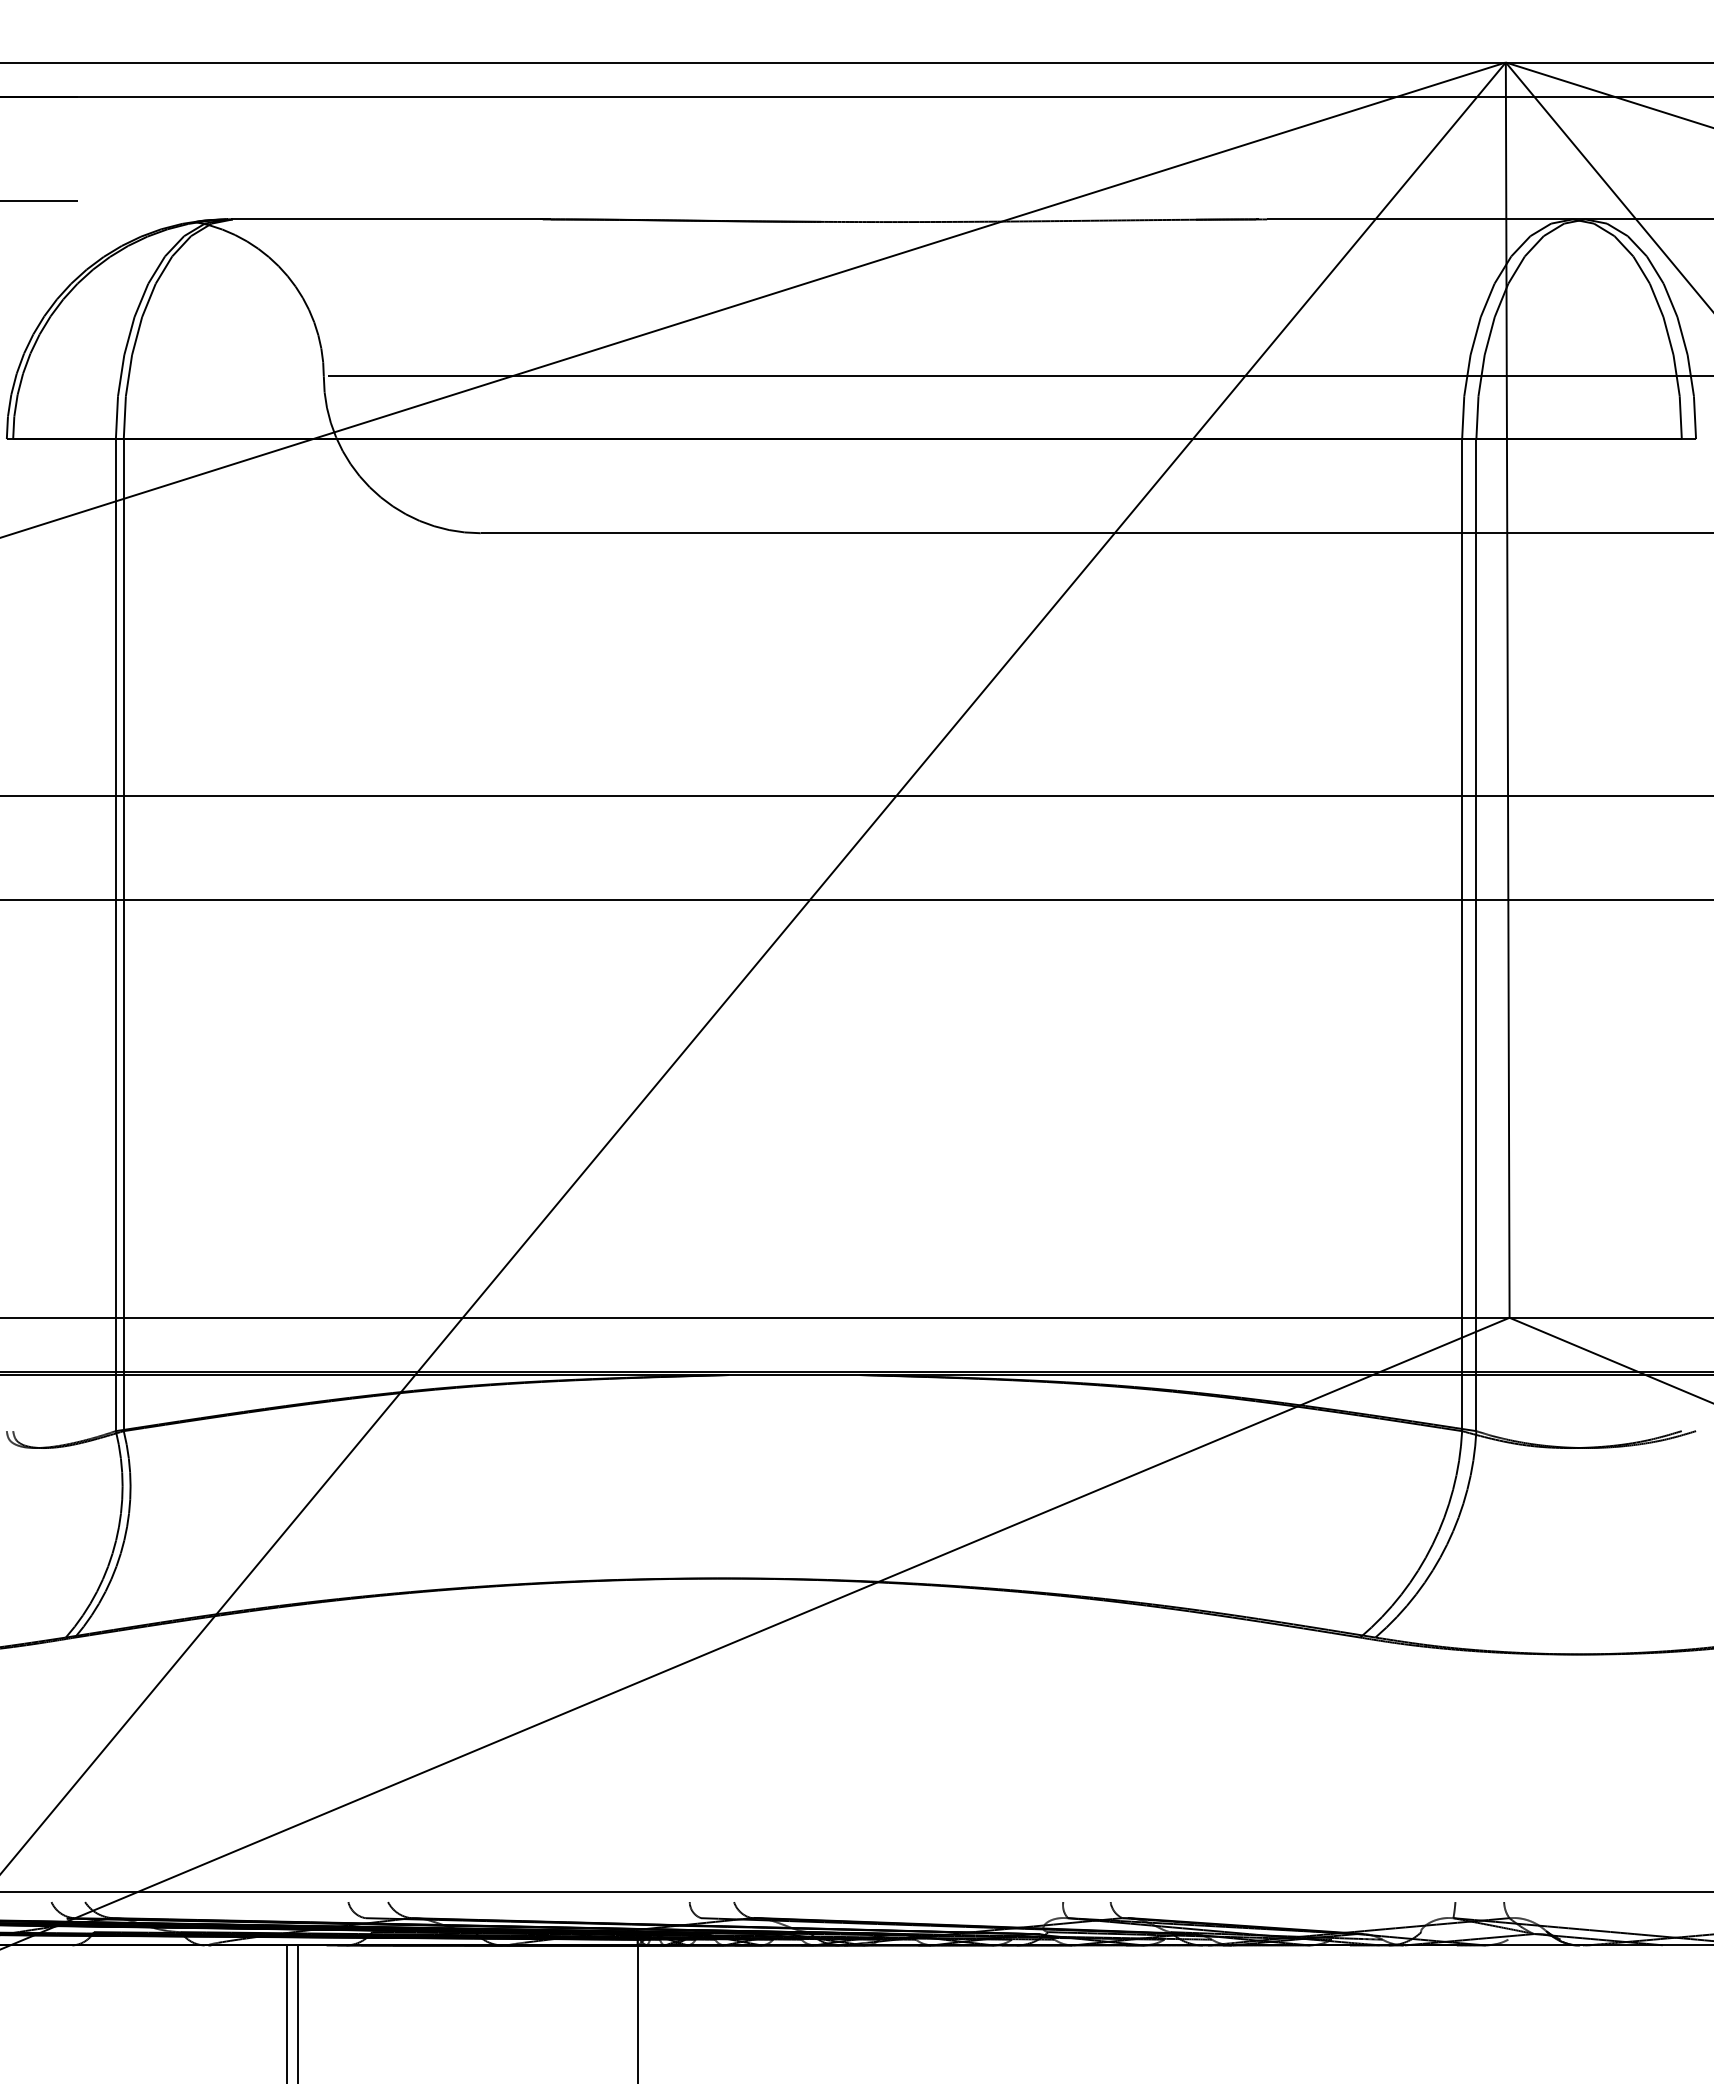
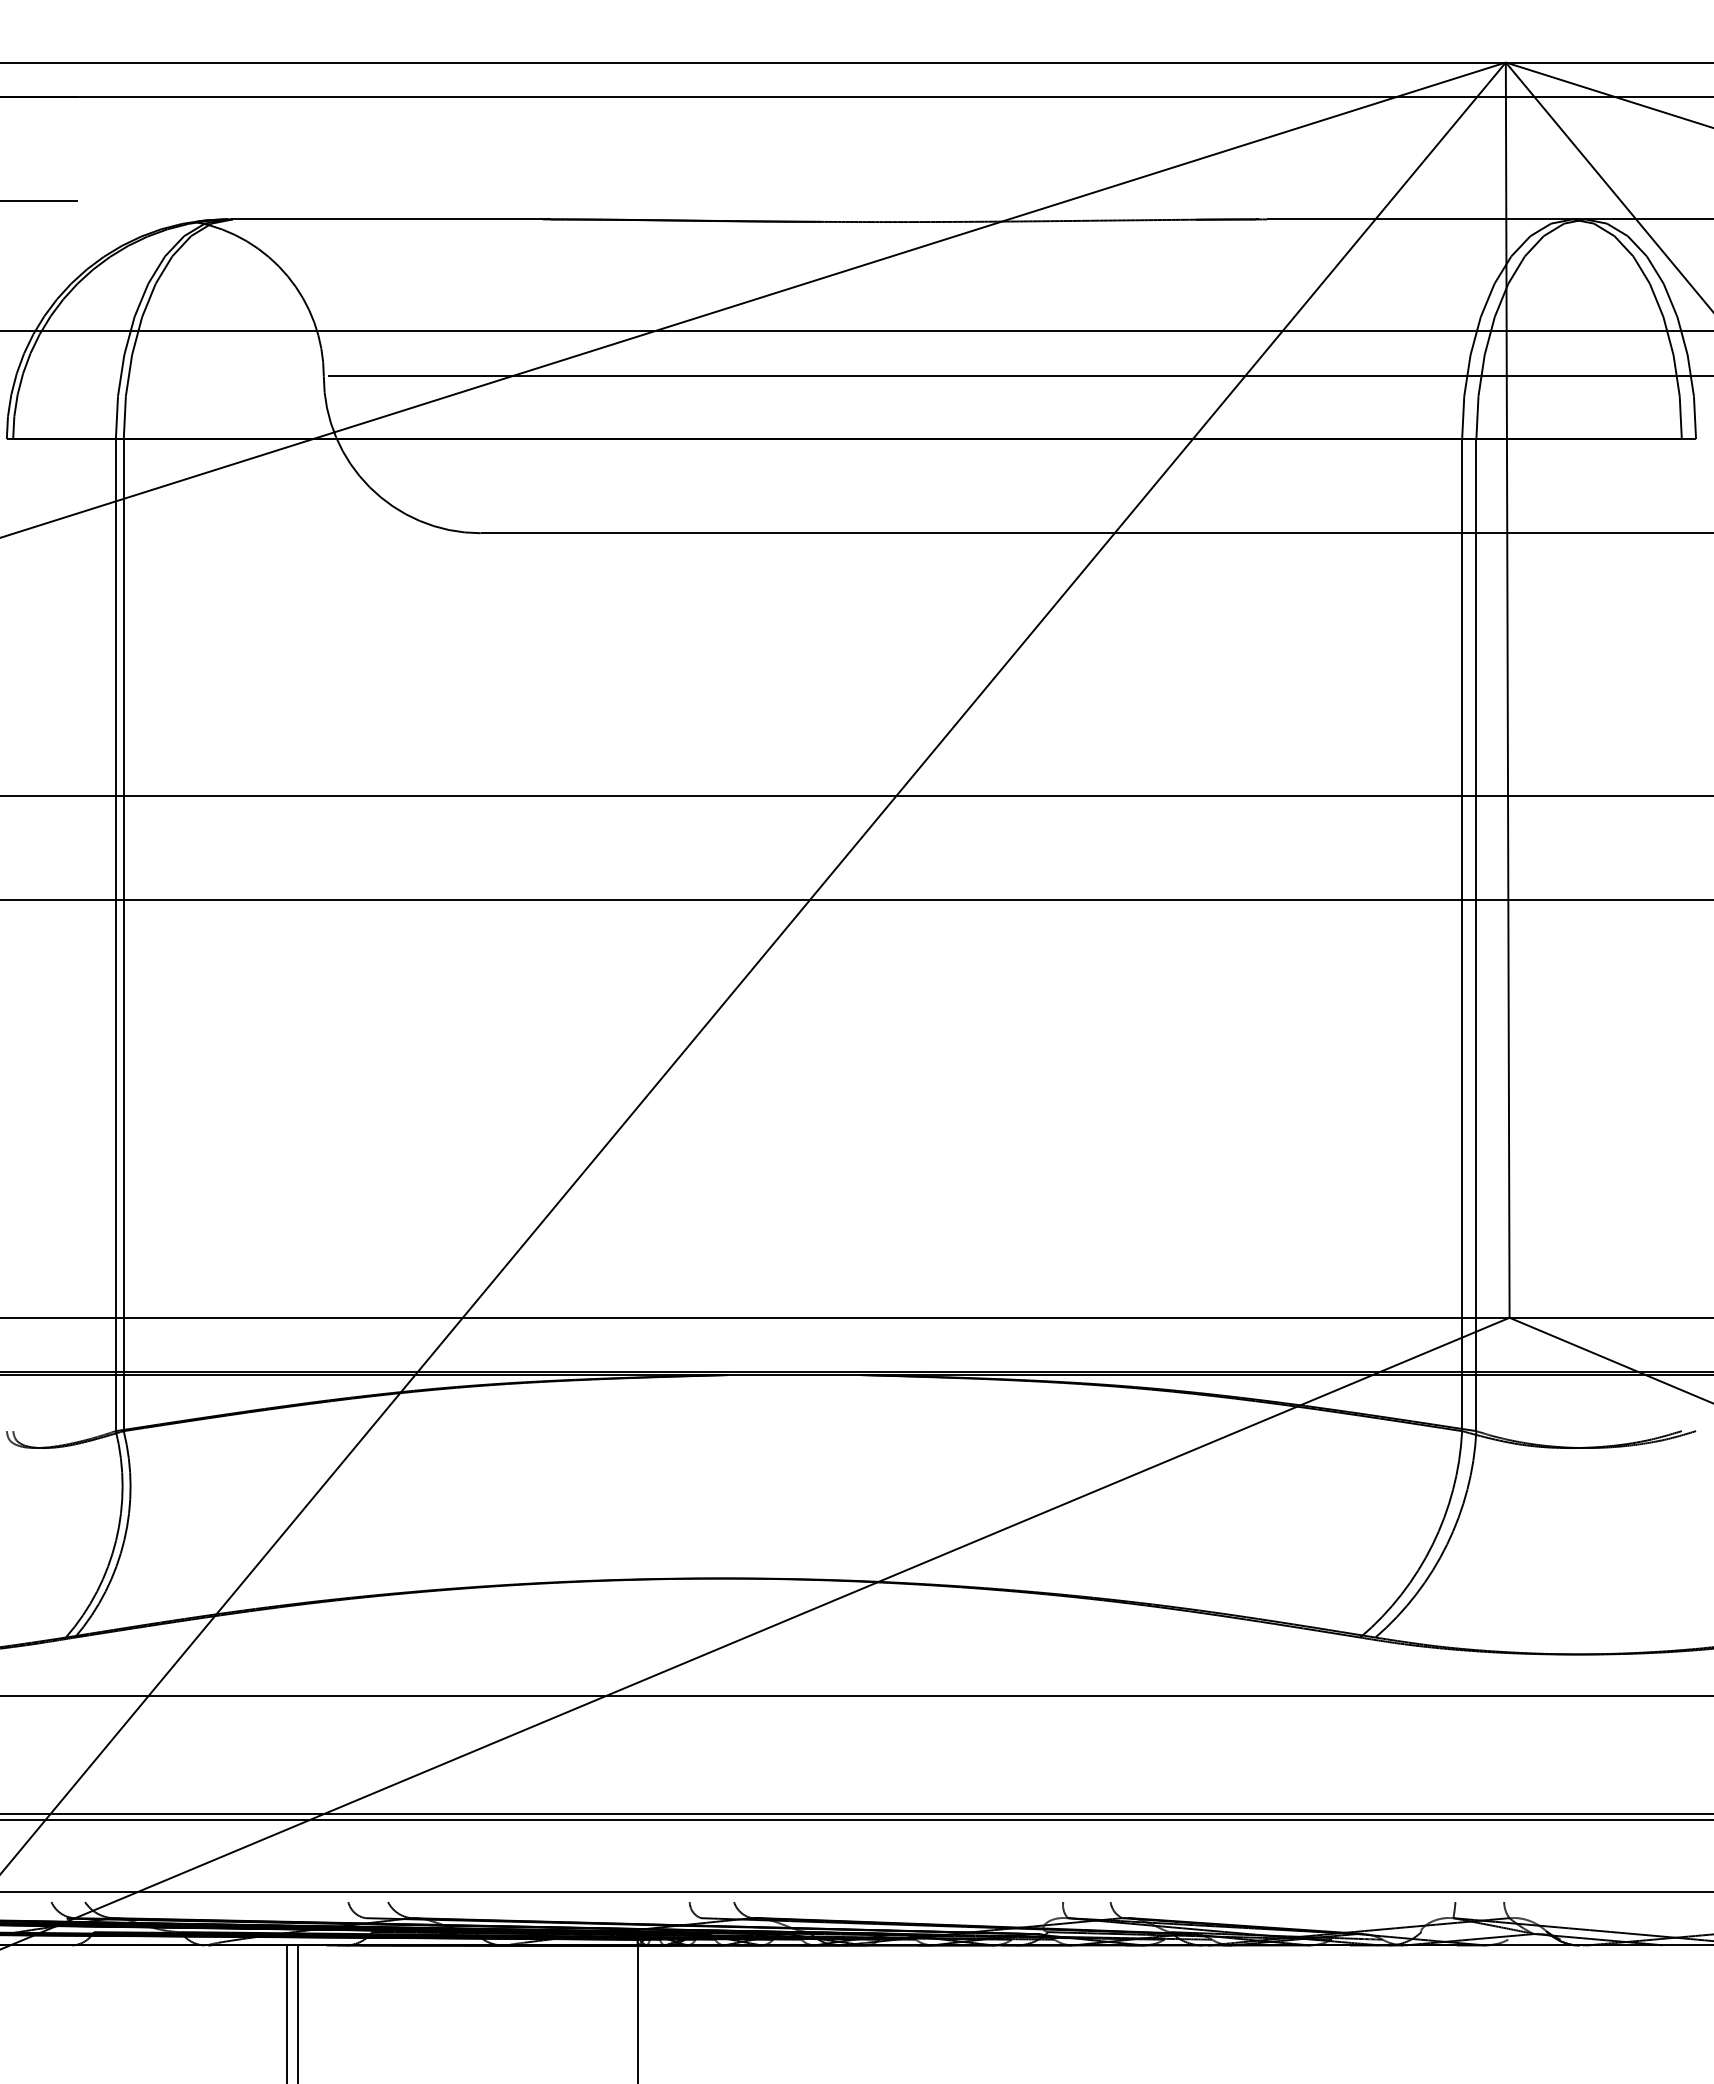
line at (856, 331): none -> present
line at (856, 1695): none -> present
line at (856, 1813): none -> present
line at (856, 1819): none -> present
